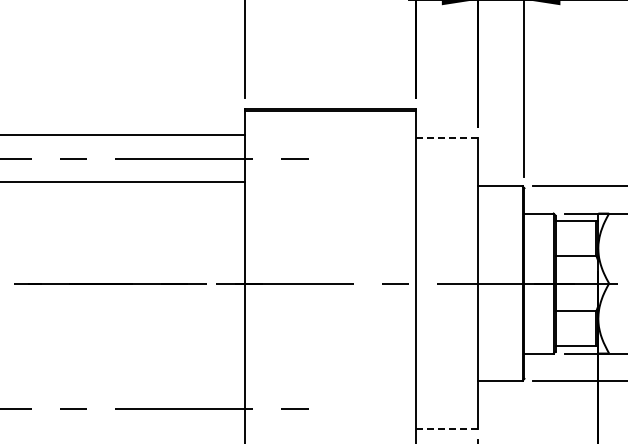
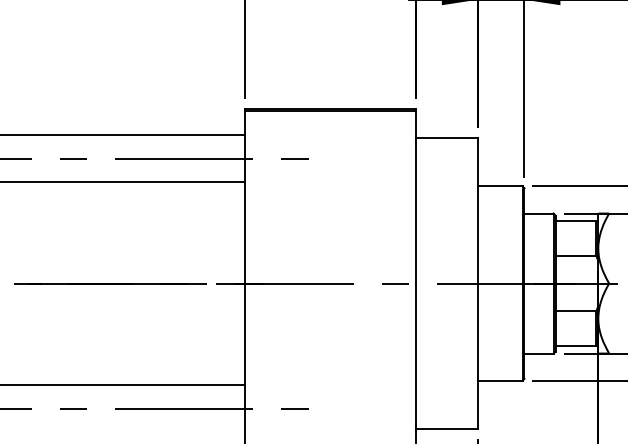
line at (446, 137): dashed -> solid
line at (123, 385): none -> present
line at (447, 429): dashed -> solid
